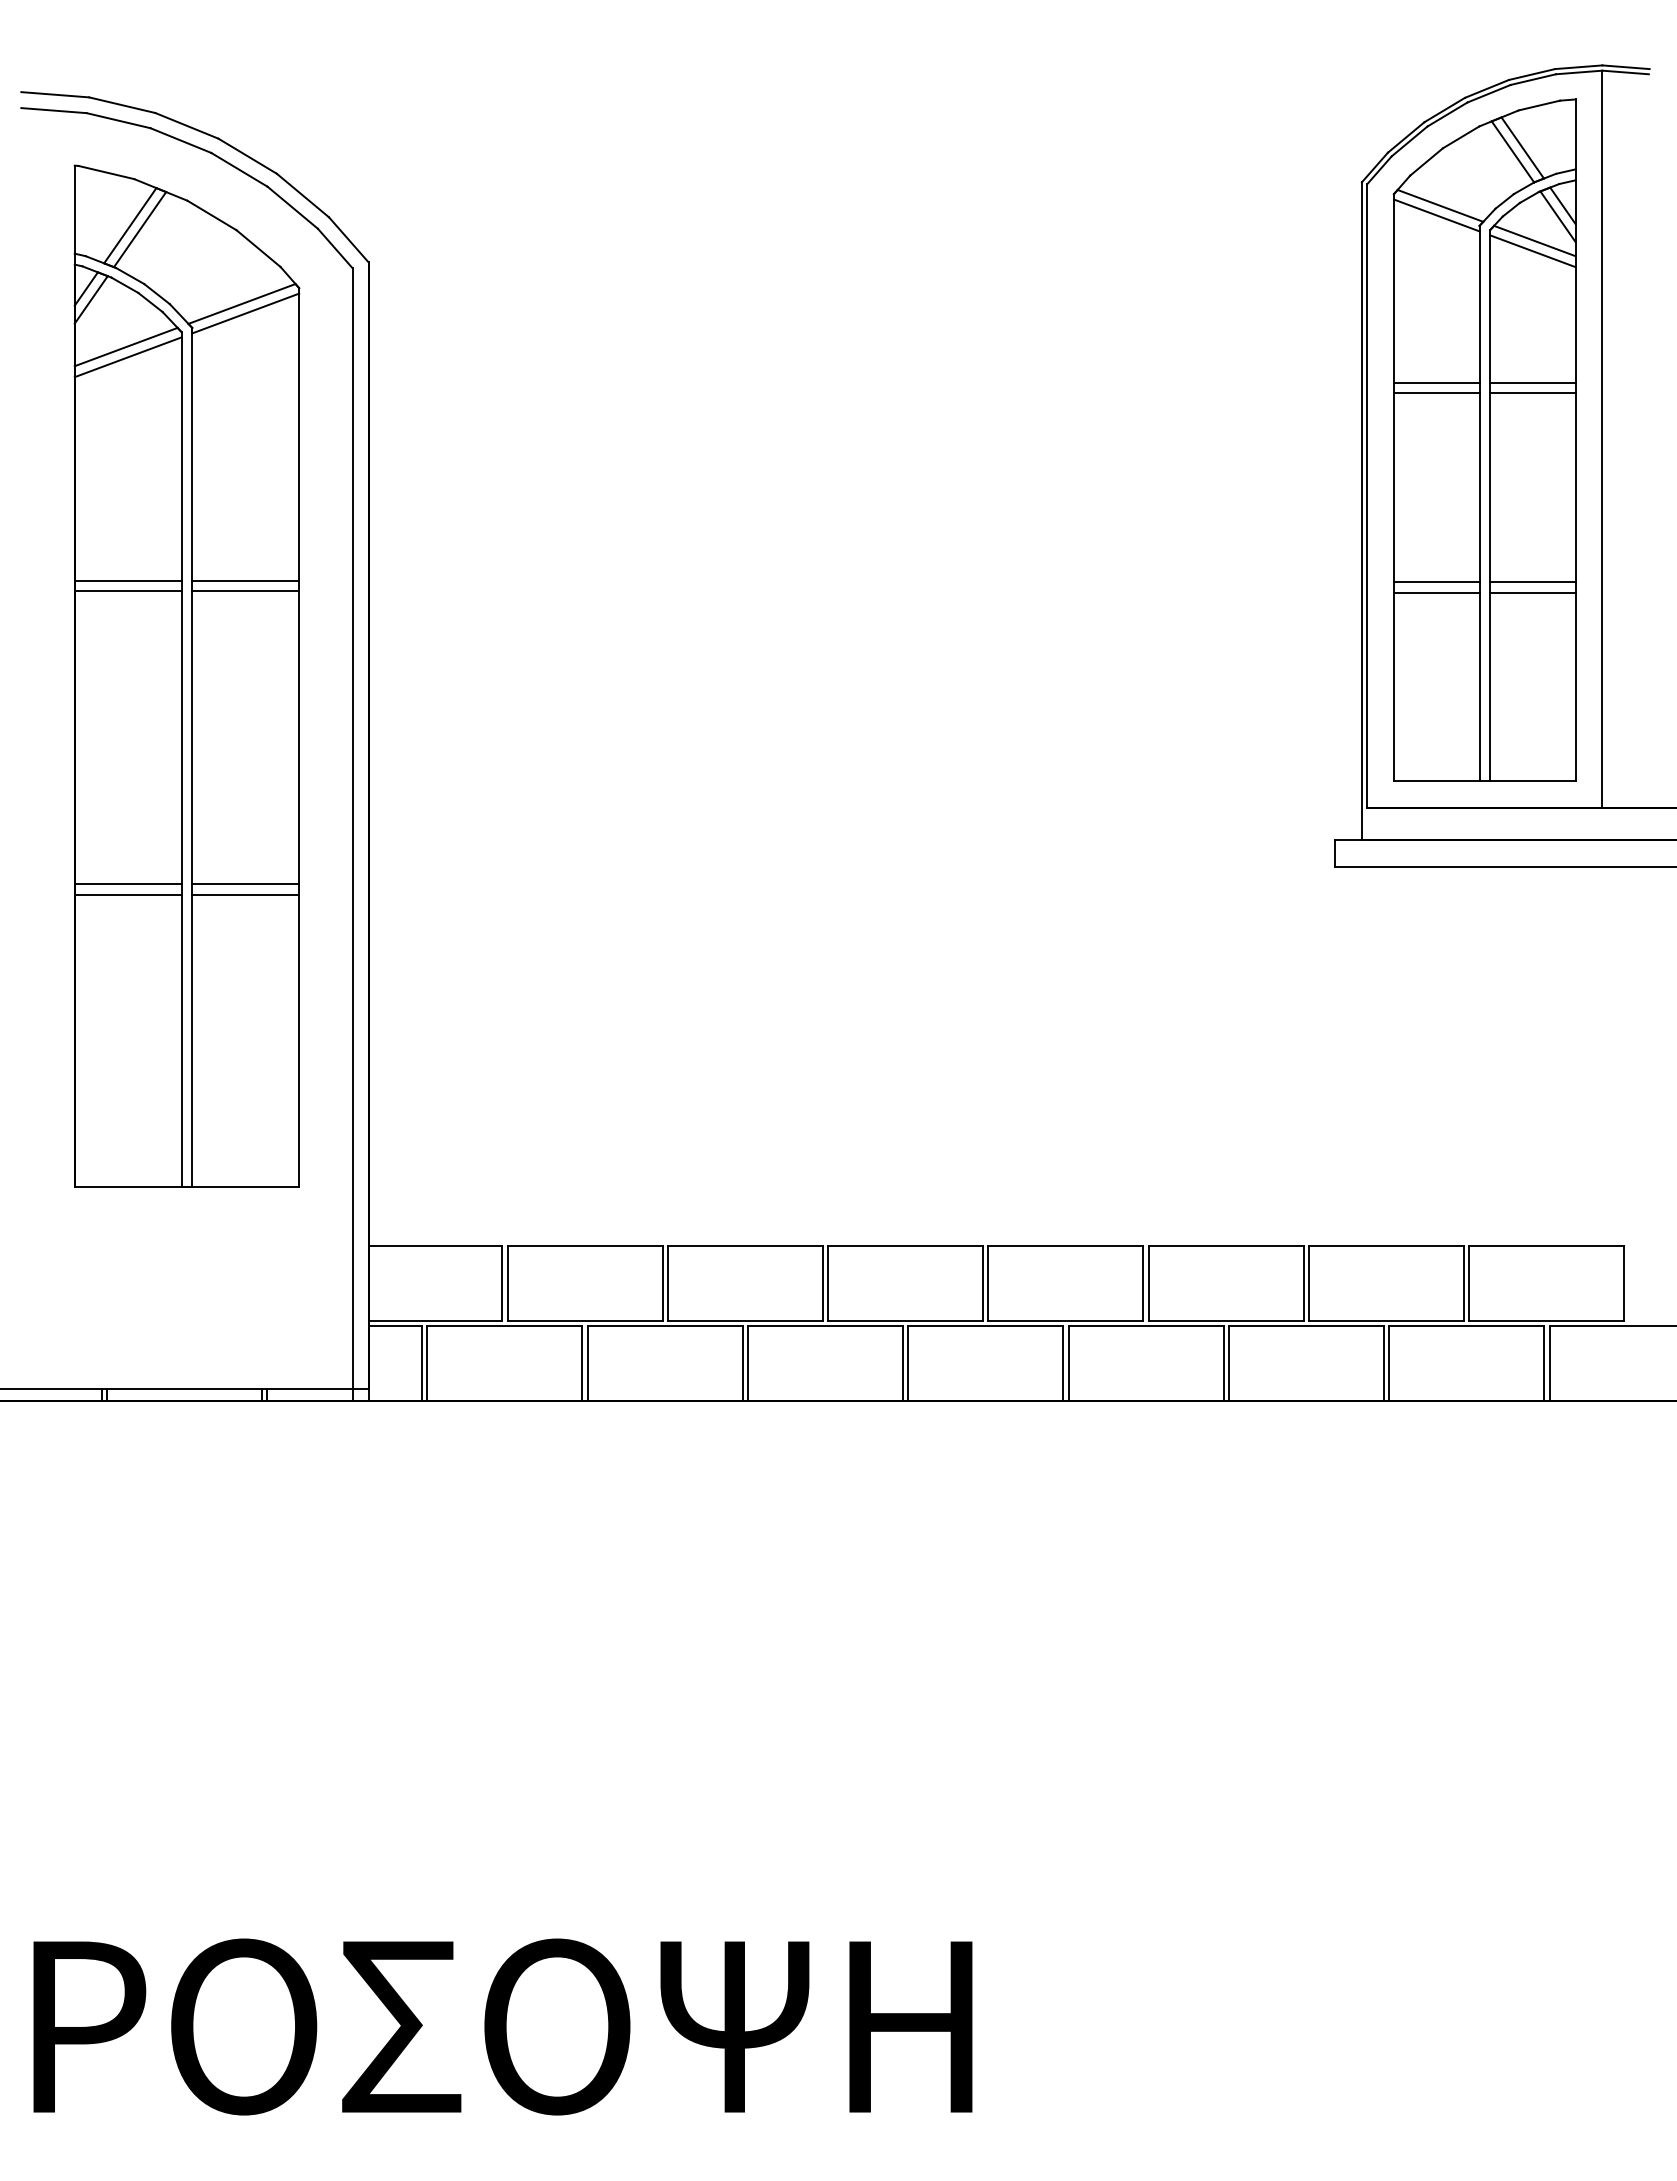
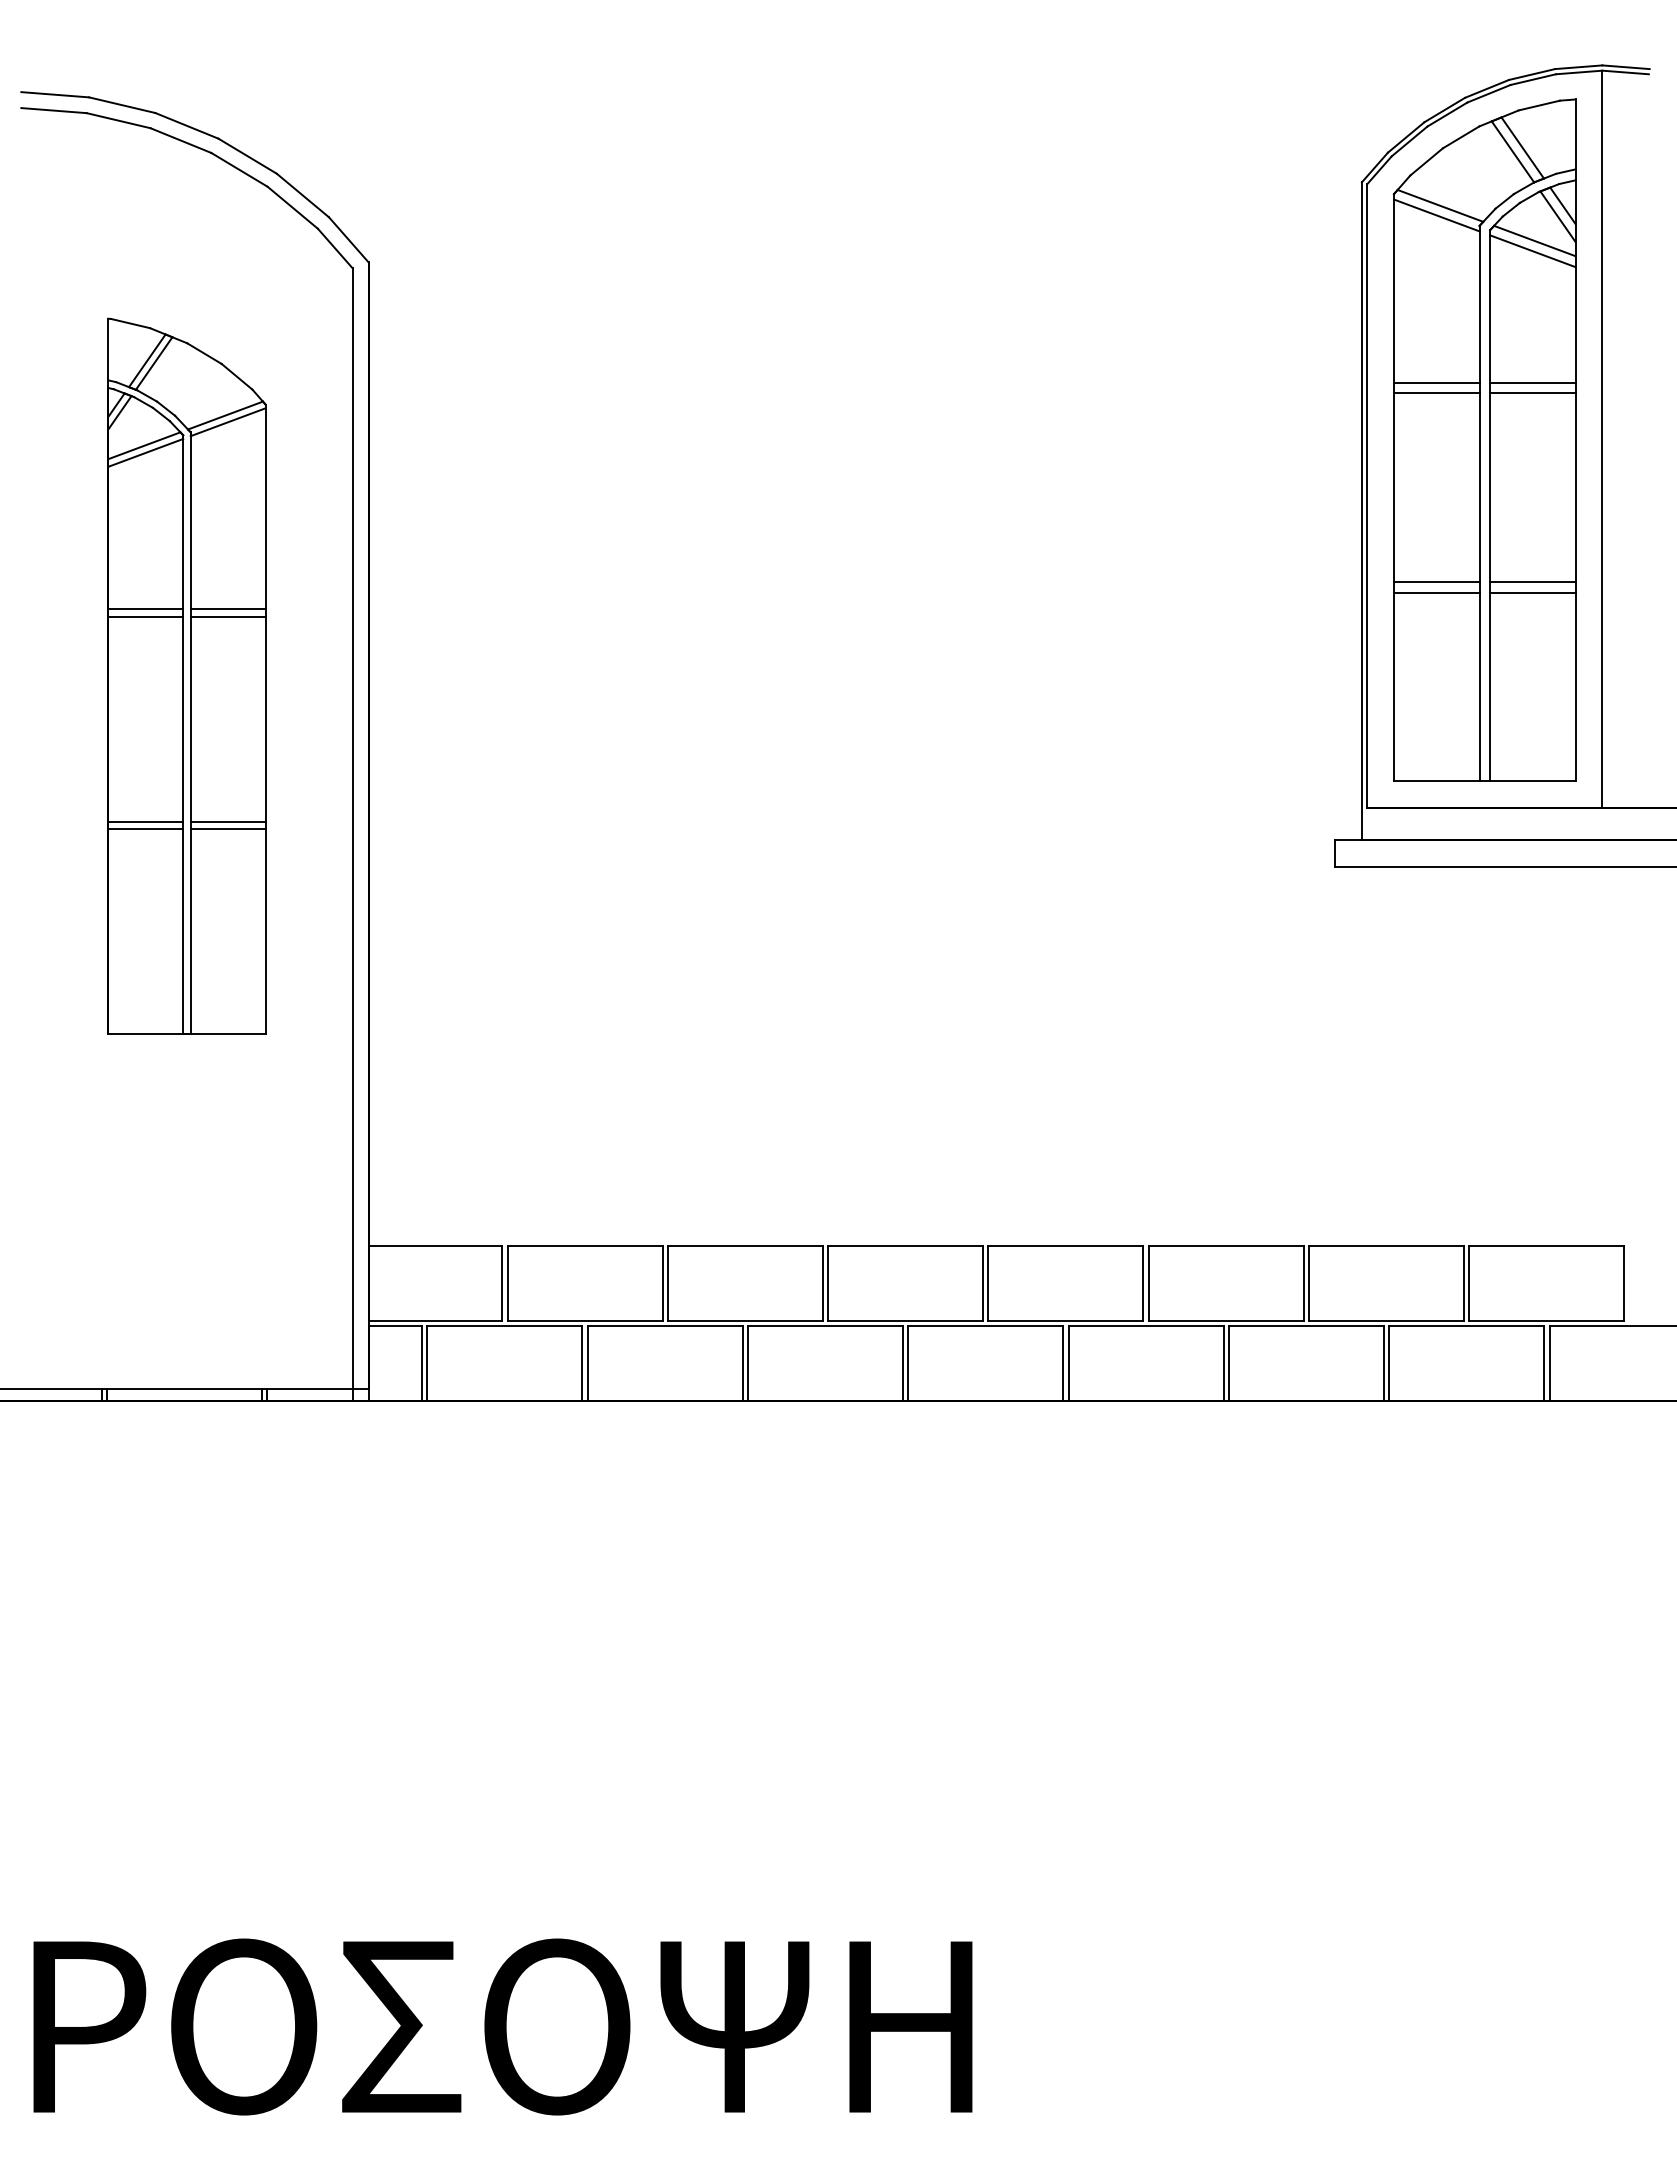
part at (186, 675) size: 228x1024 px -> 160x718 px
